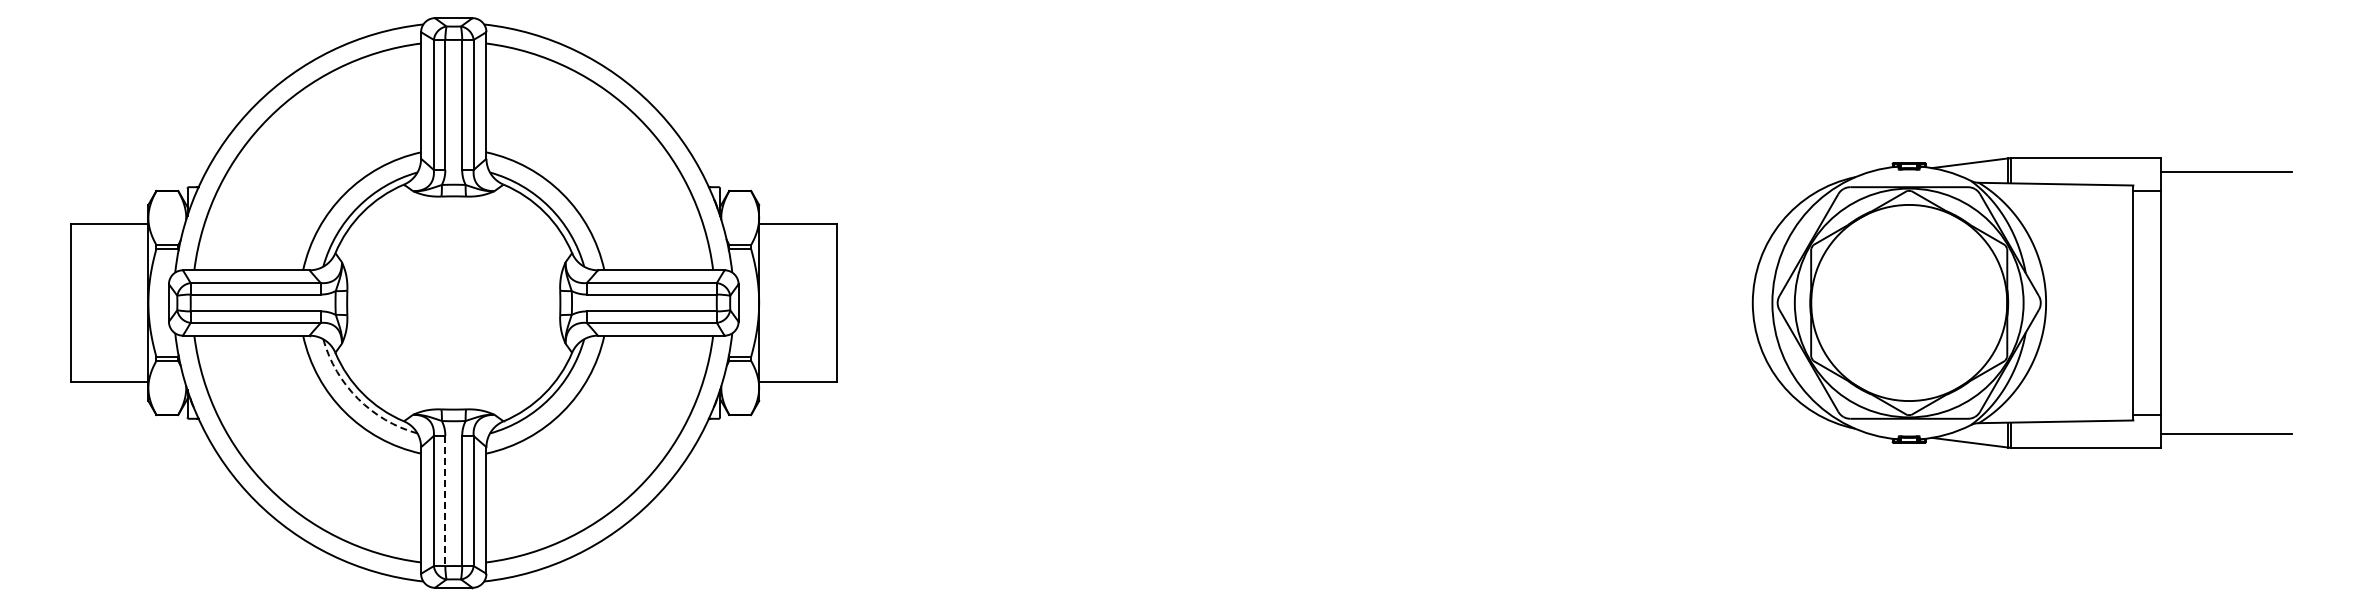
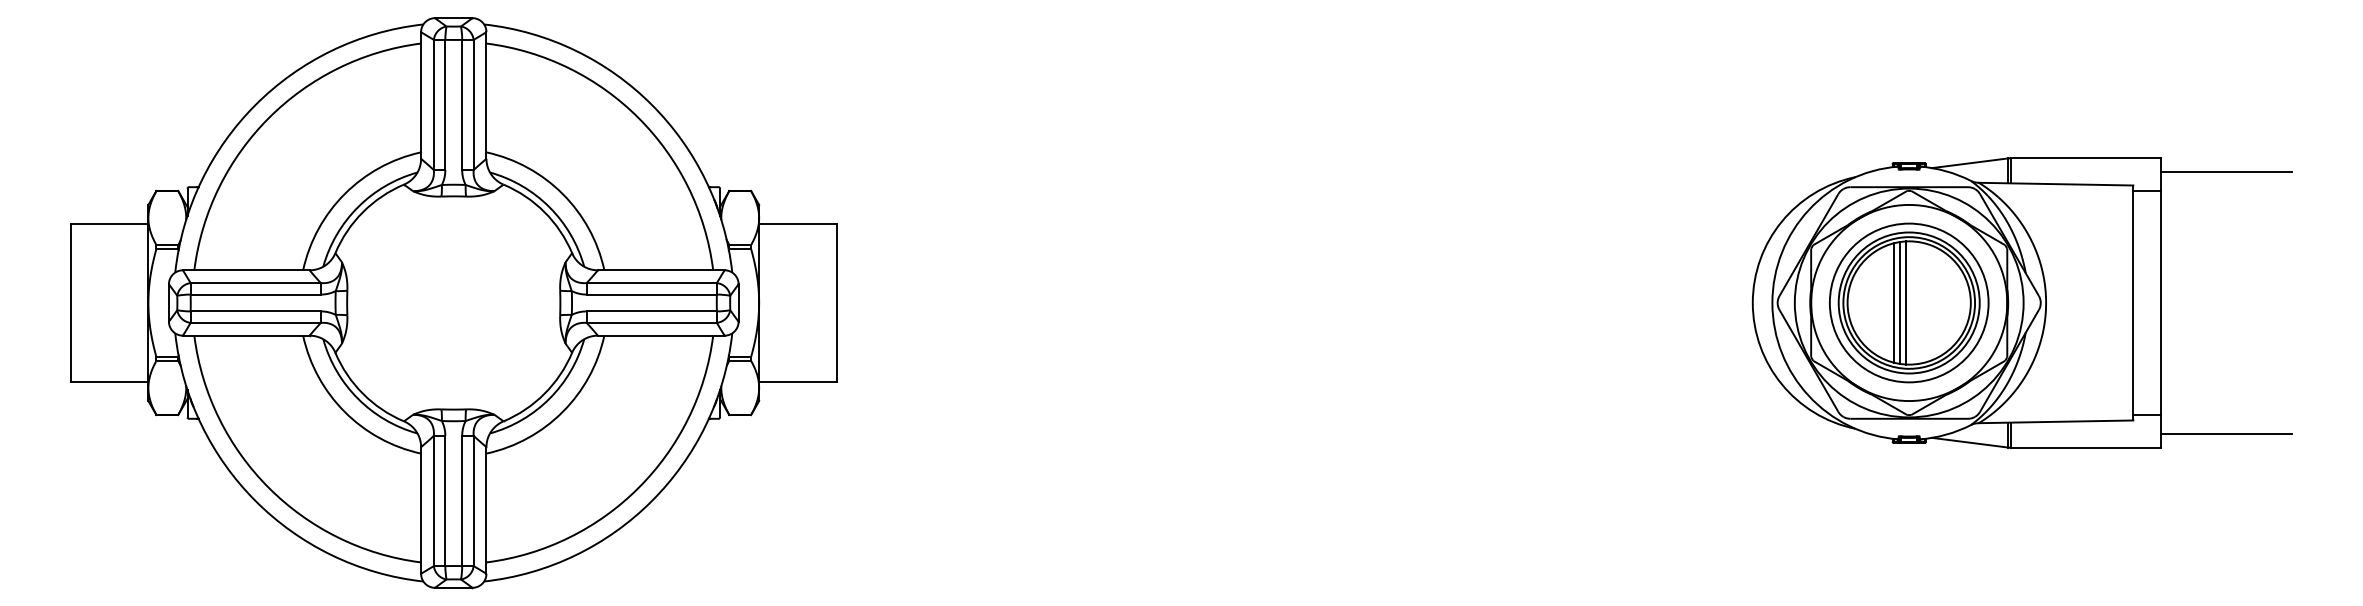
part at (1909, 302): none -> present
arc at (358, 398): dashed -> solid
line at (445, 501): dashed -> solid
